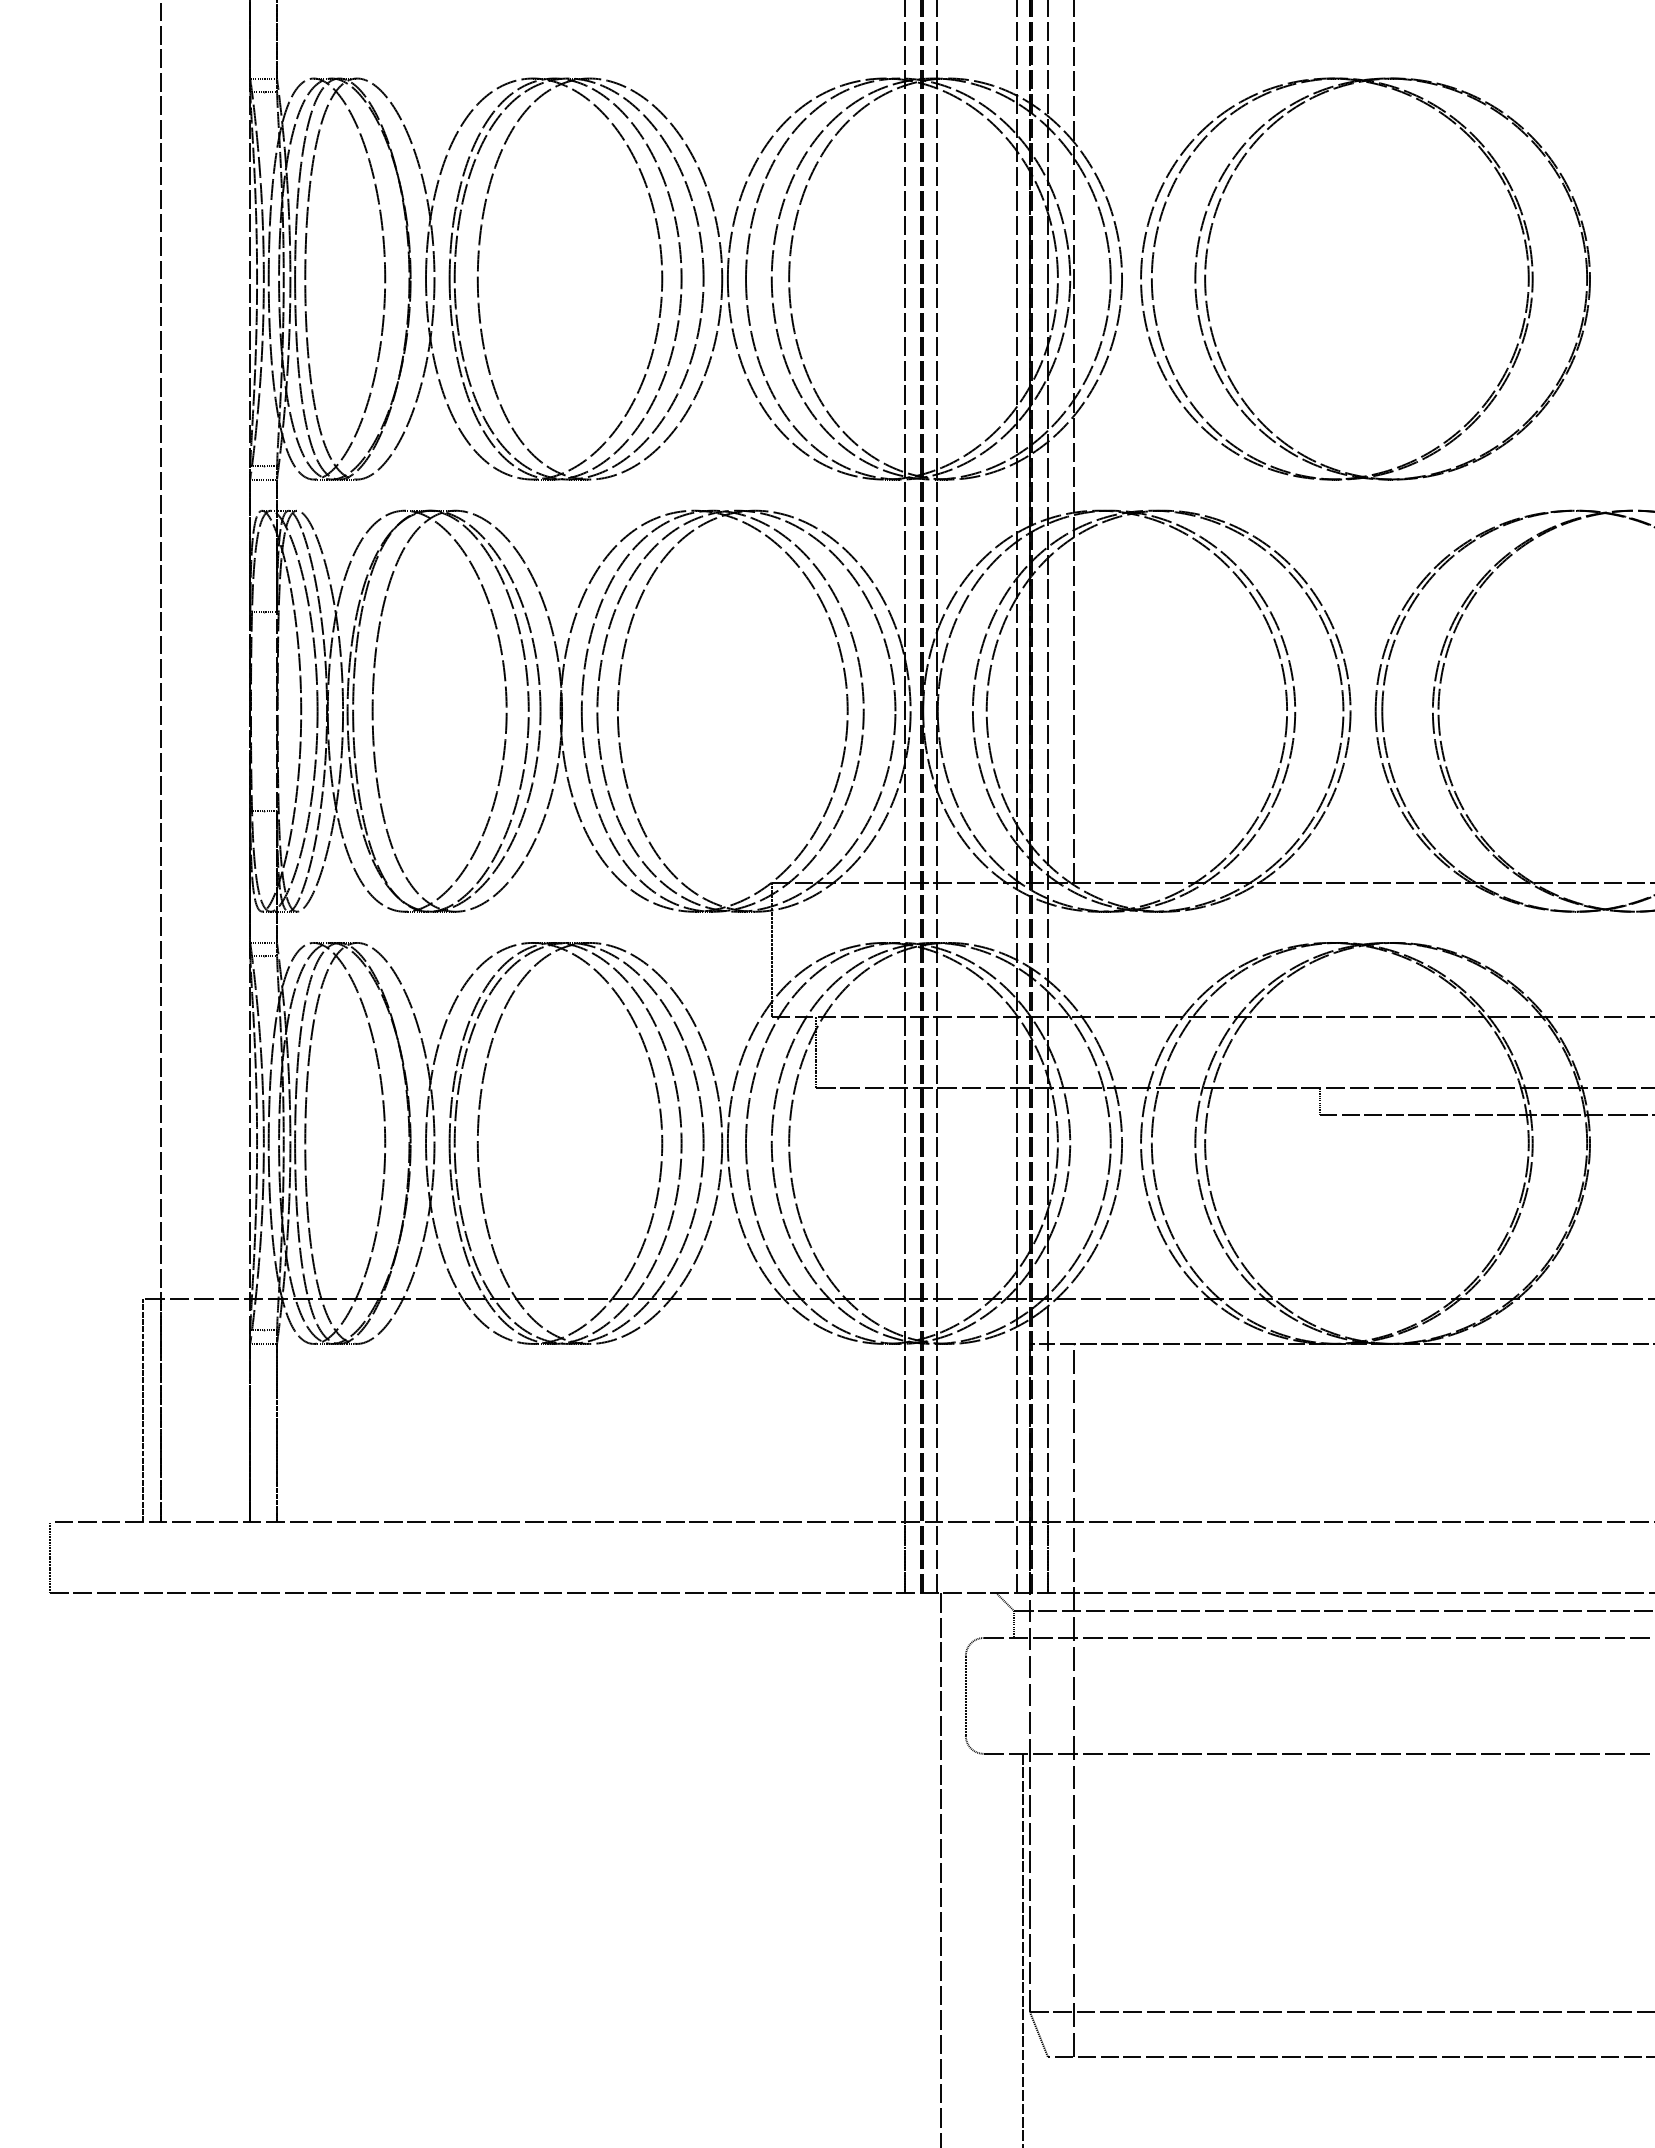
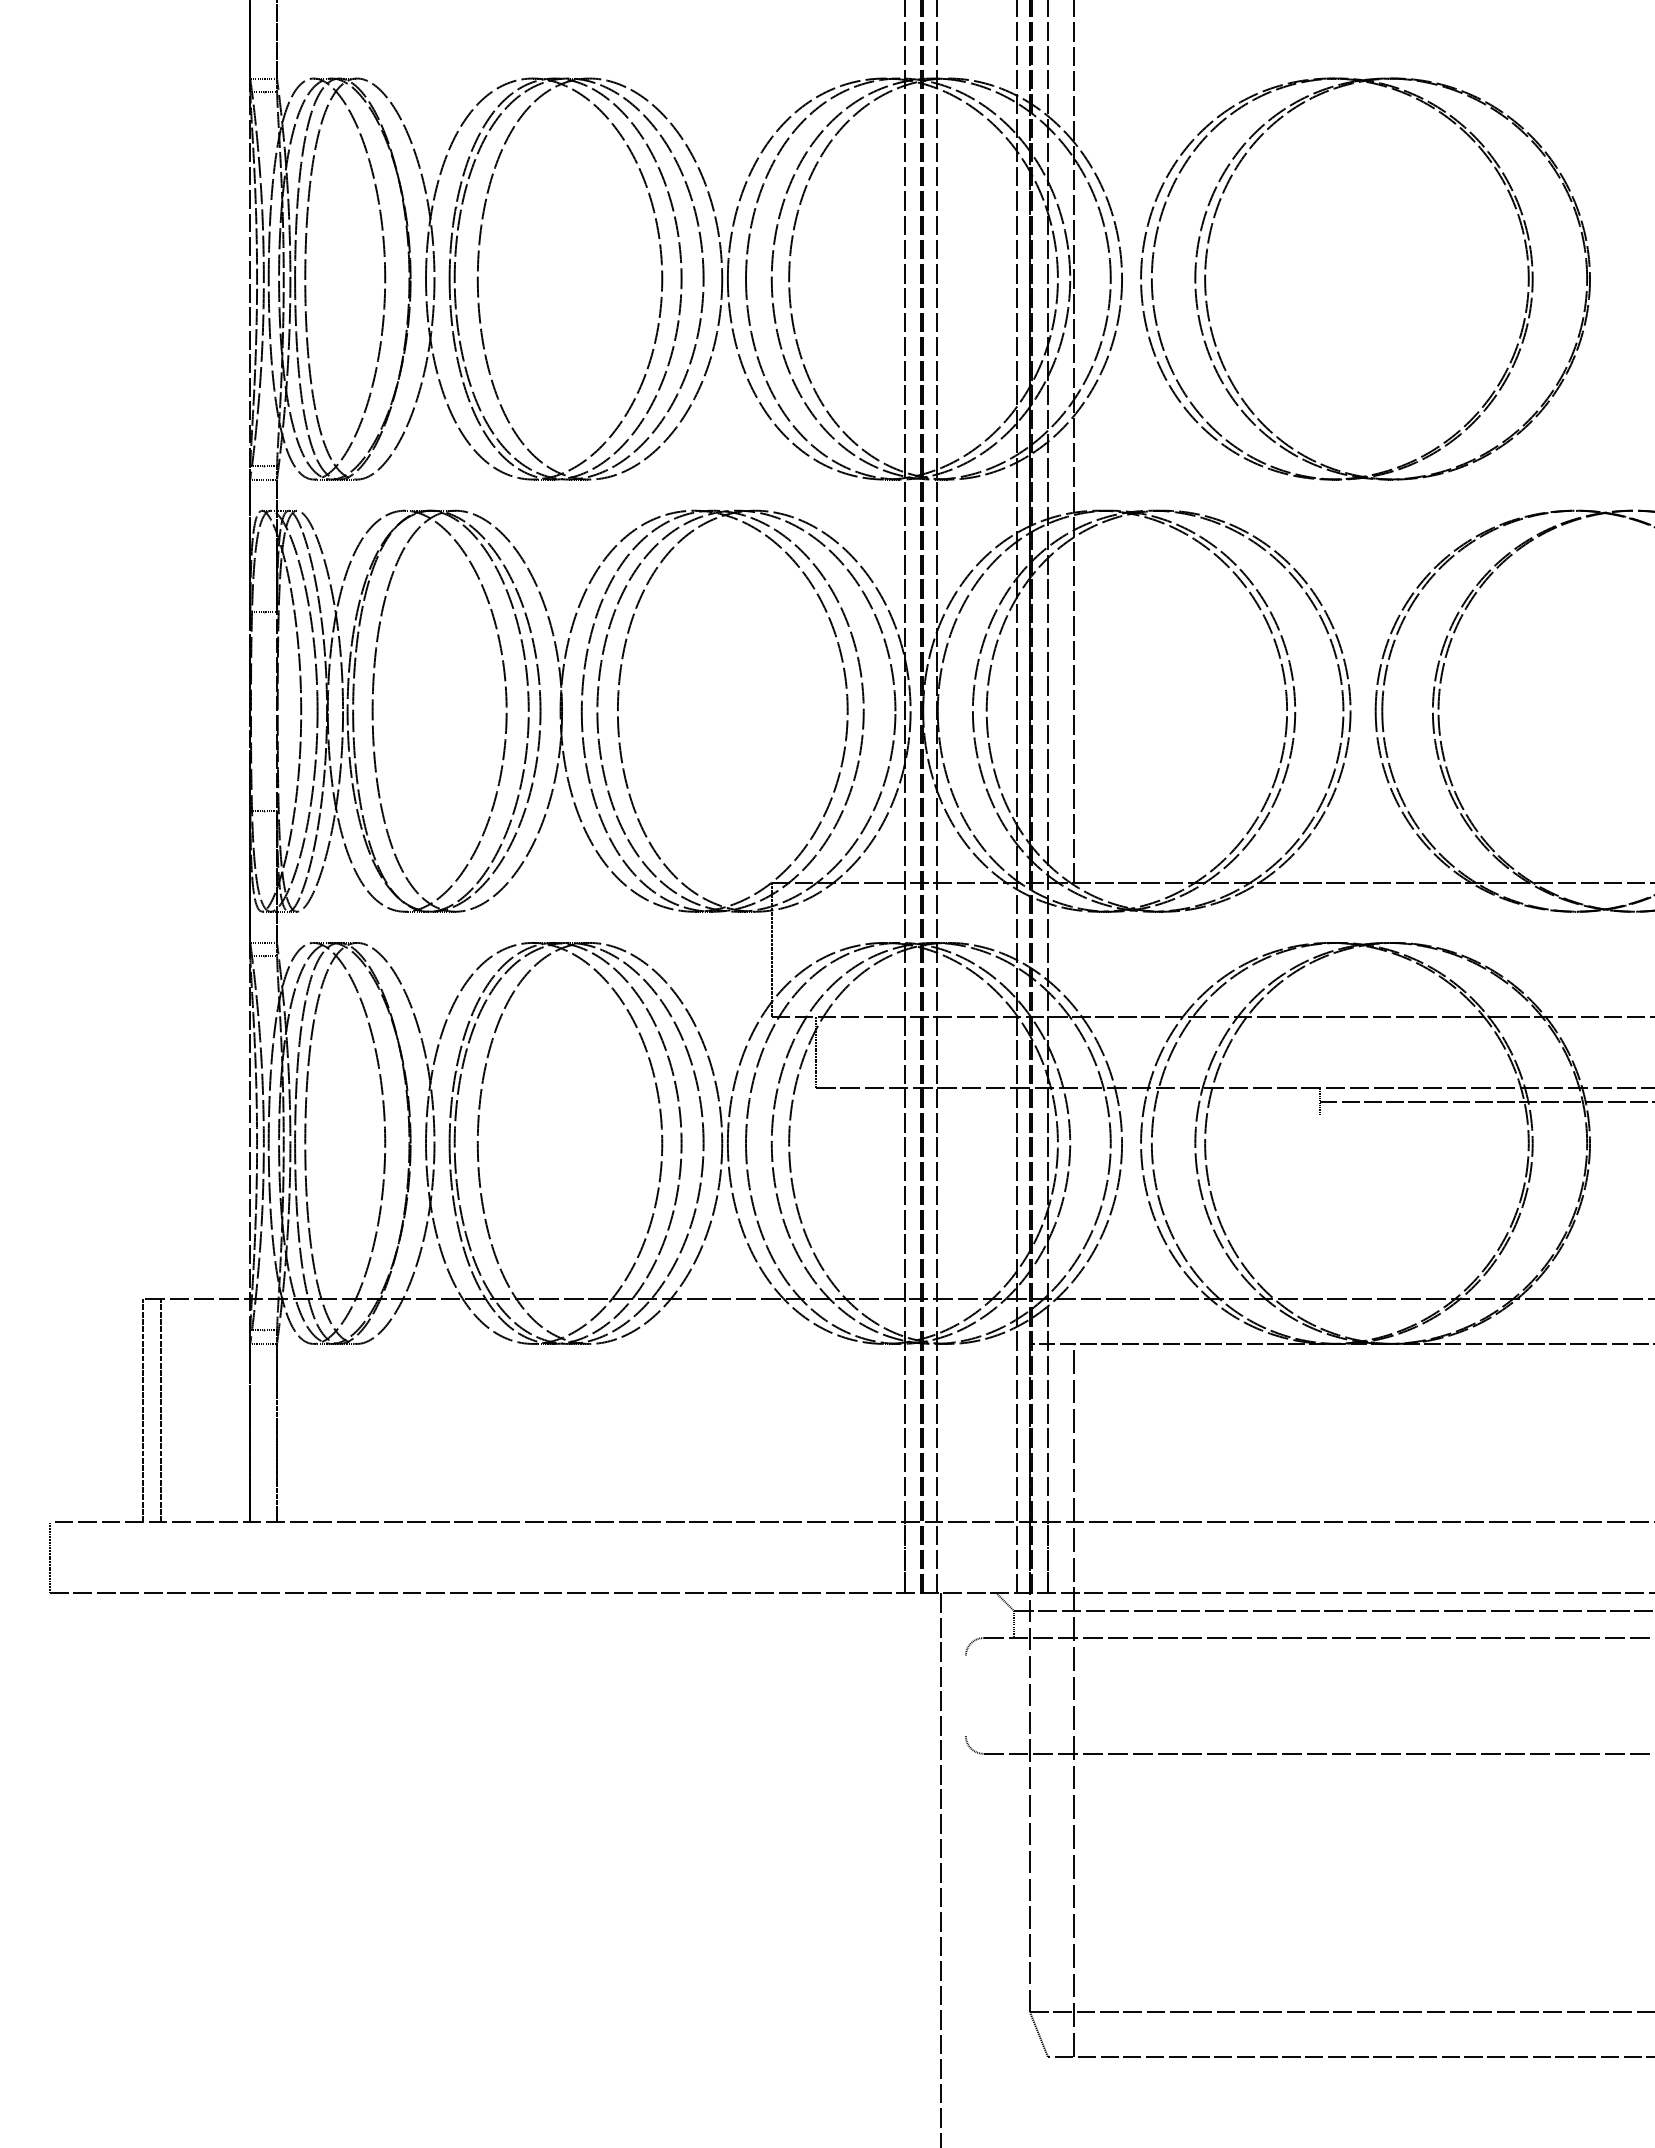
line at (161, 762): present -> none
line at (1485, 1114) position: (1485, 1114) -> (1485, 1101)
line at (965, 1695): present -> none
line at (1023, 1948): present -> none
